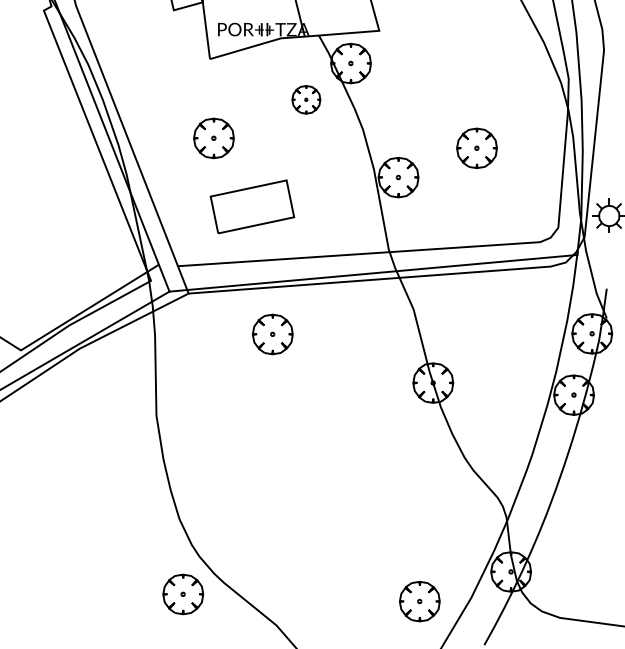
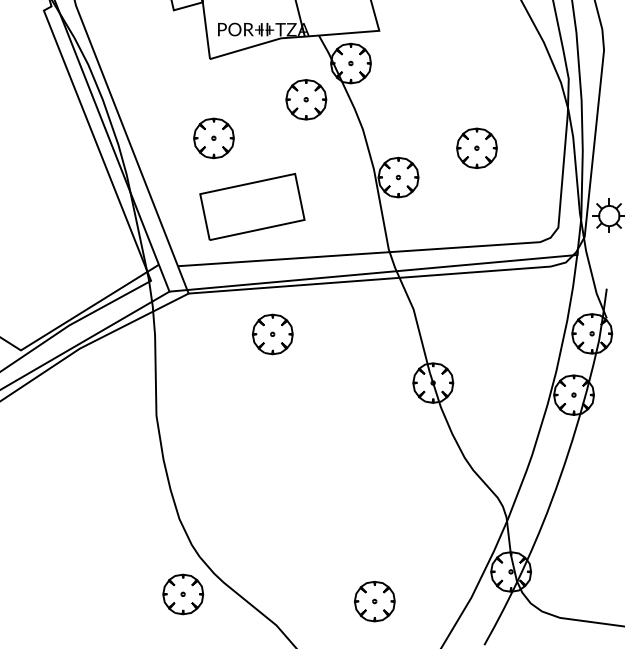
part at (306, 99) size: 31x30 px -> 43x42 px
part at (252, 206) size: 87x56 px -> 107x69 px
part at (419, 601) position: (419, 601) -> (374, 601)
